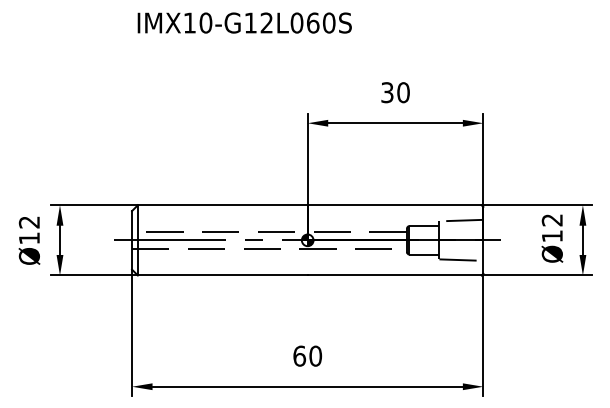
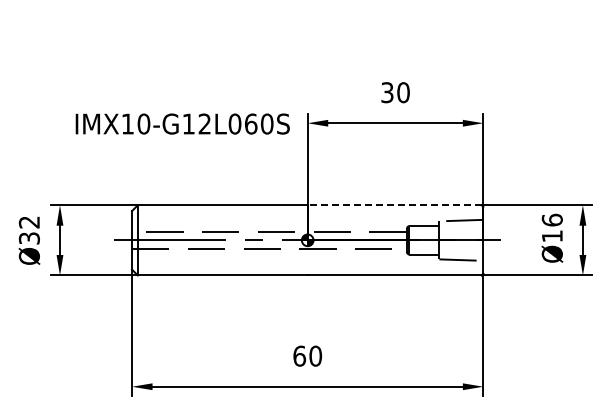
text at (244, 22) position: (244, 22) -> (182, 123)
line at (394, 205): solid -> dashed
text at (551, 219): Ø12 -> Ø16
text at (28, 238): Ø12 -> Ø32
